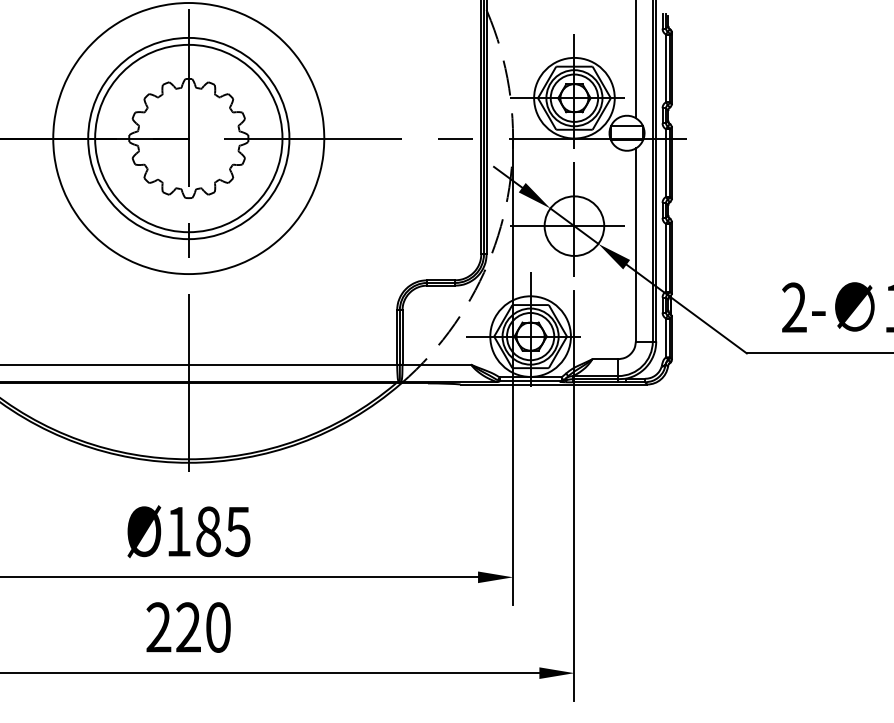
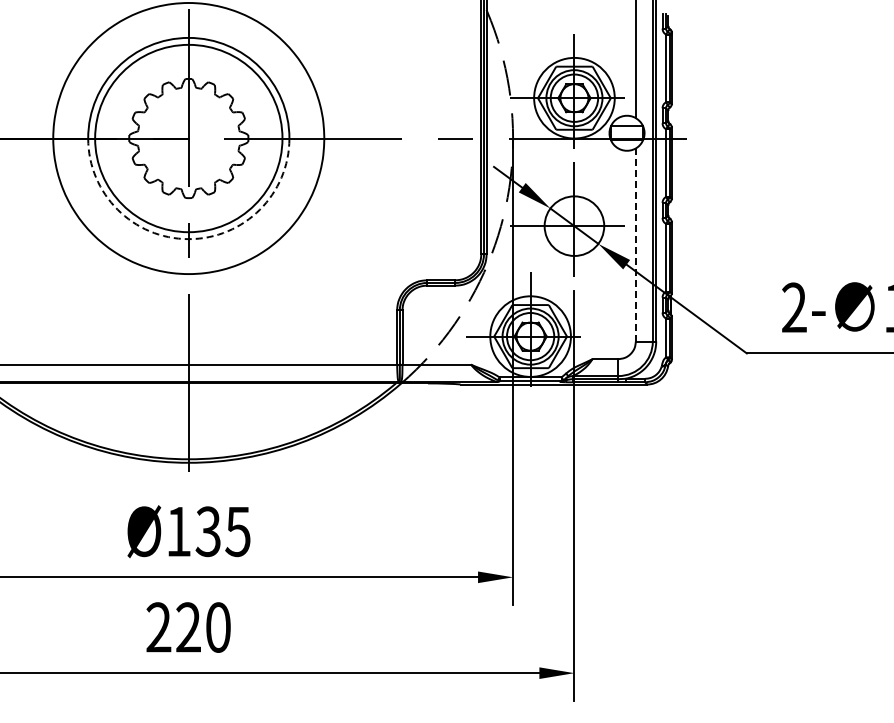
arc at (188, 239): solid -> dashed
line at (635, 244): solid -> dashed
text at (207, 531): Ø185 -> Ø135
